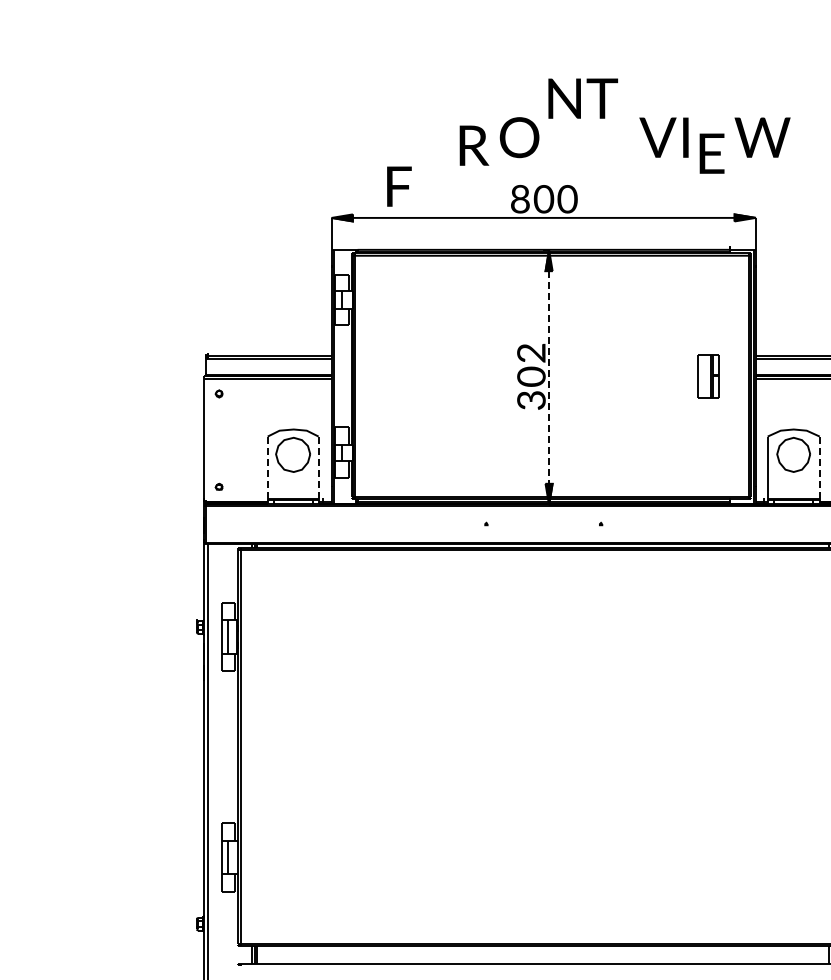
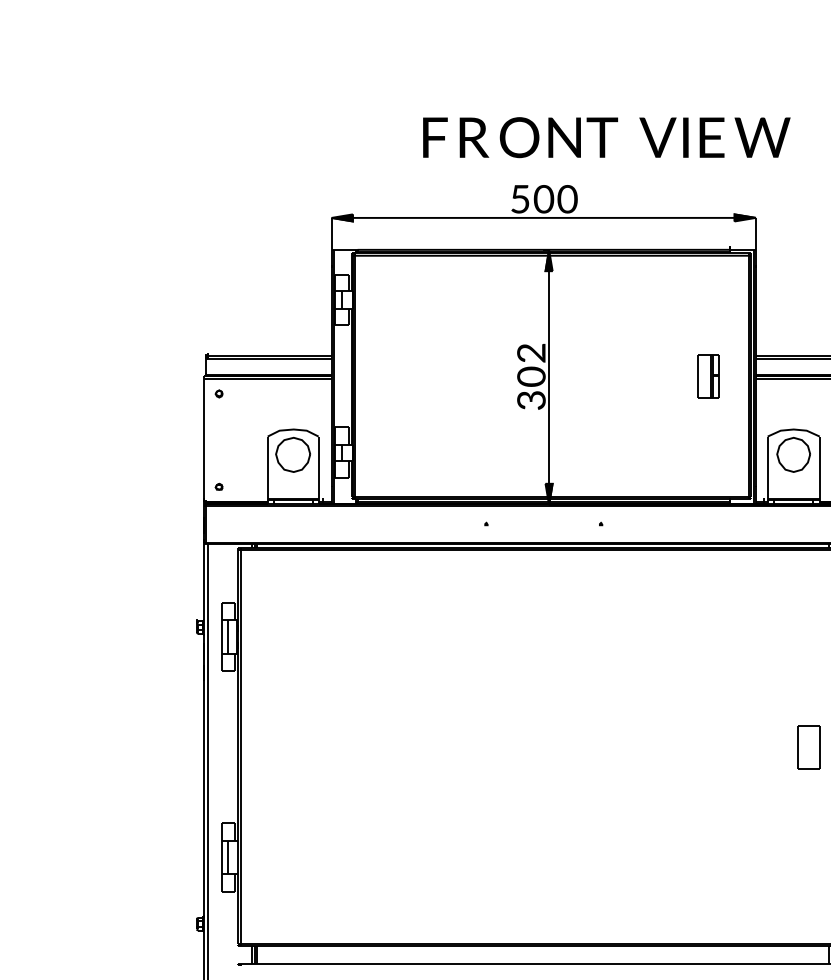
text at (582, 98) position: (582, 98) -> (582, 137)
text at (474, 145) position: (474, 145) -> (474, 137)
text at (711, 153) position: (711, 153) -> (711, 137)
text at (399, 186) position: (399, 186) -> (435, 137)
text at (520, 198): 8 -> 5
line at (549, 378): dashed -> solid
line at (318, 467): dashed -> solid
line at (819, 467): dashed -> solid
line at (267, 468): dashed -> solid
part at (808, 747): none -> present
